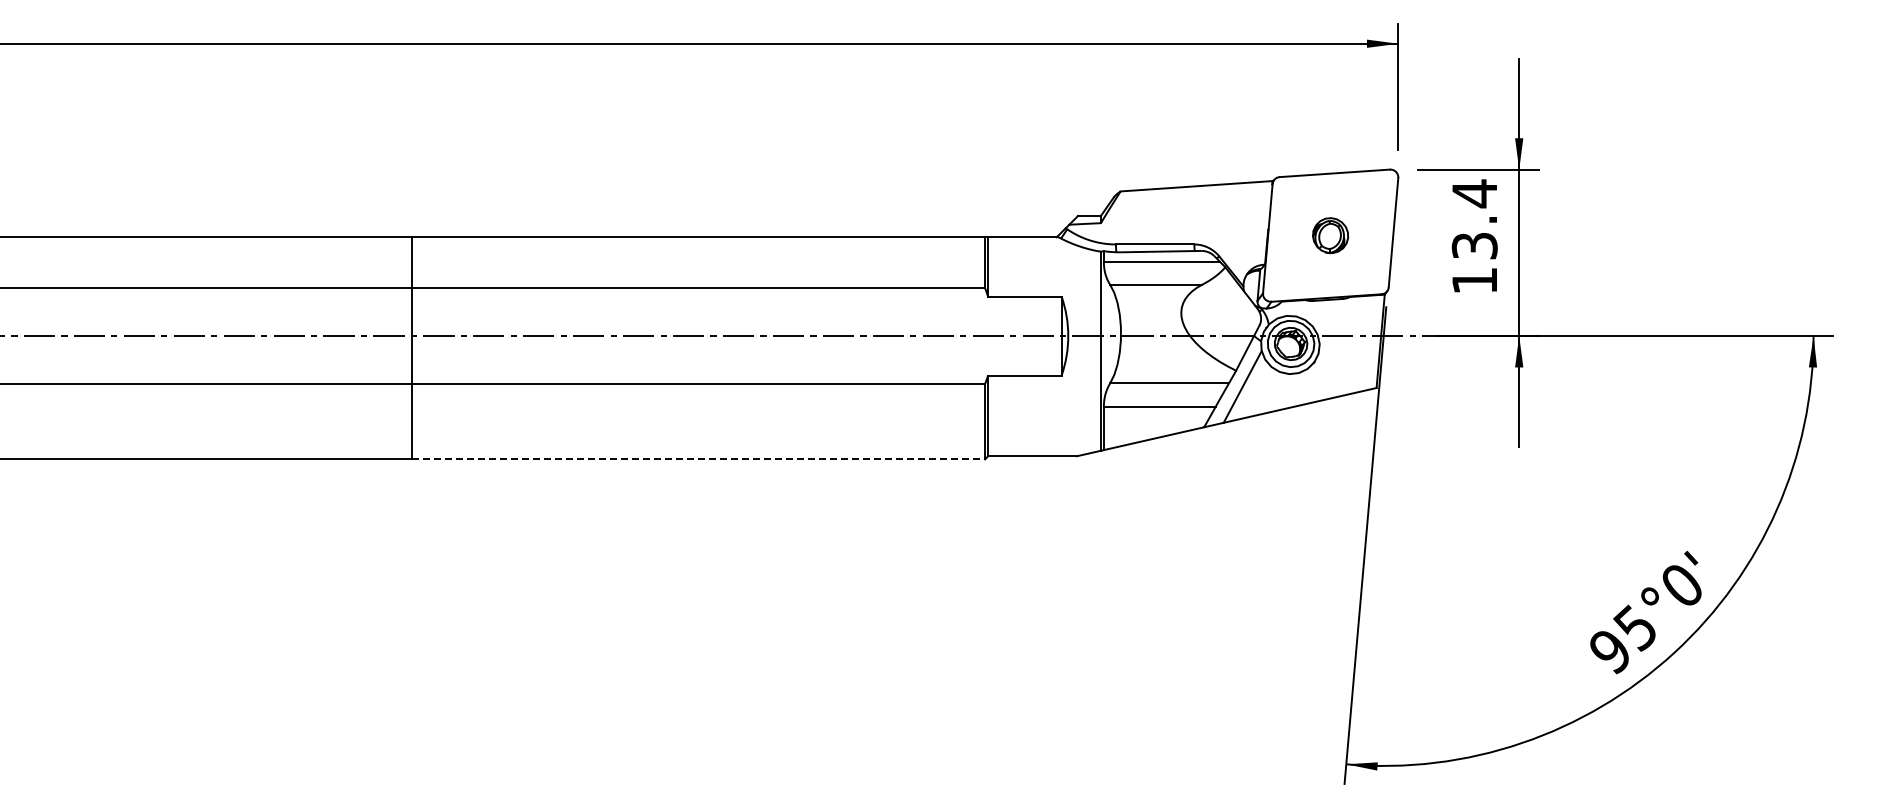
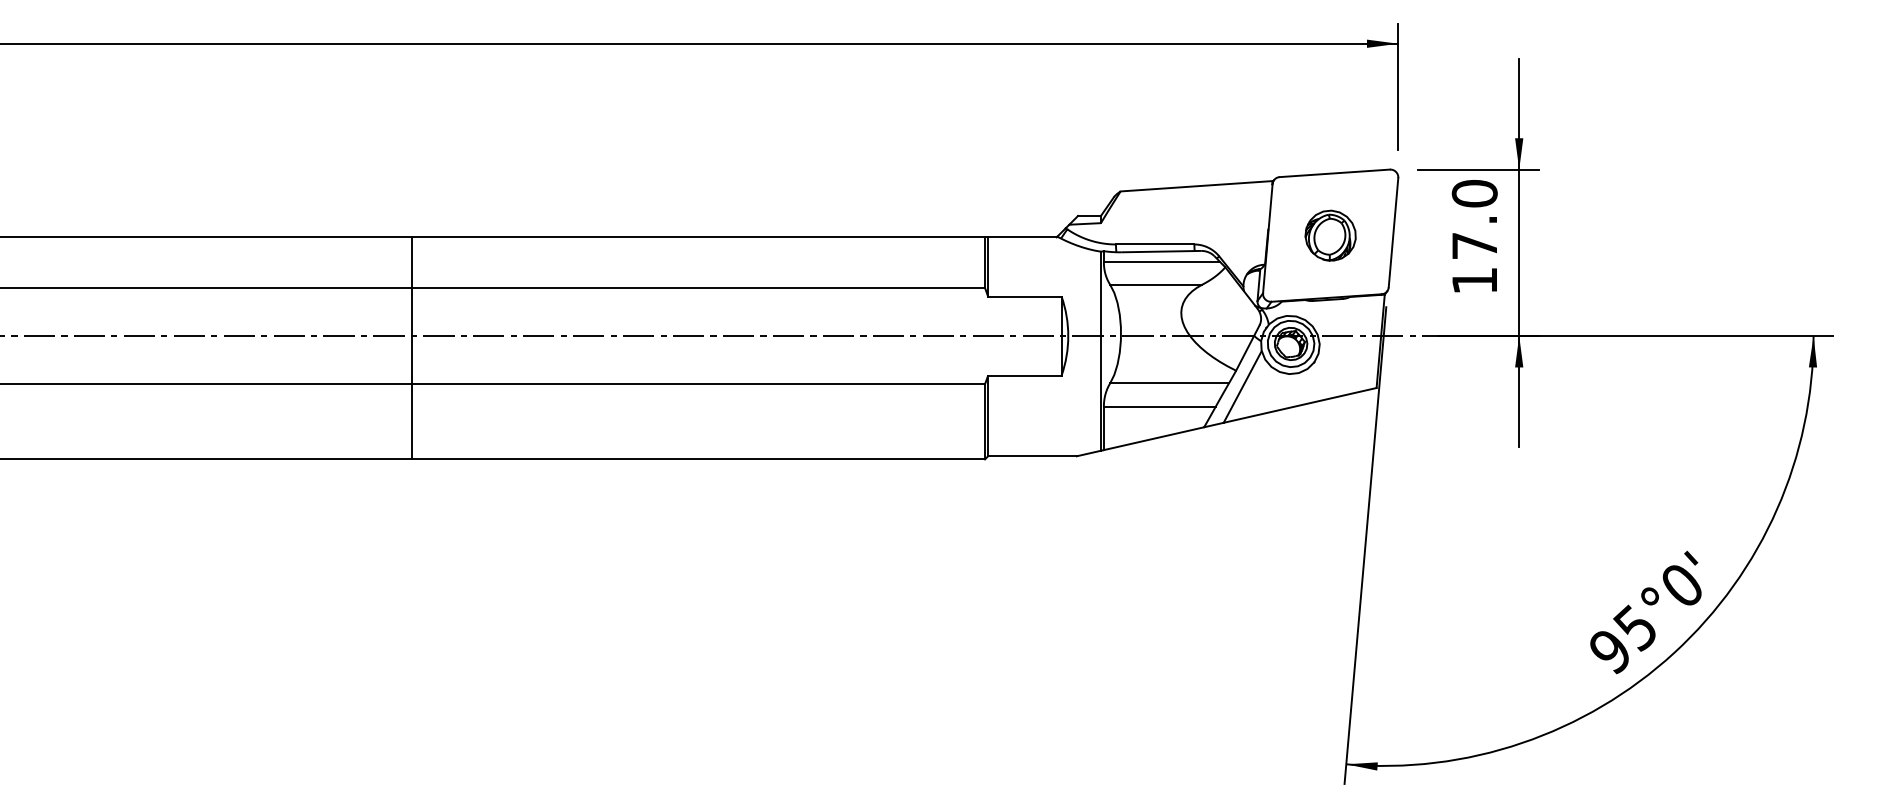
text at (1474, 219): 13.4 -> 17.0
part at (1330, 235) size: 38x38 px -> 53x53 px
line at (699, 459): dashed -> solid
